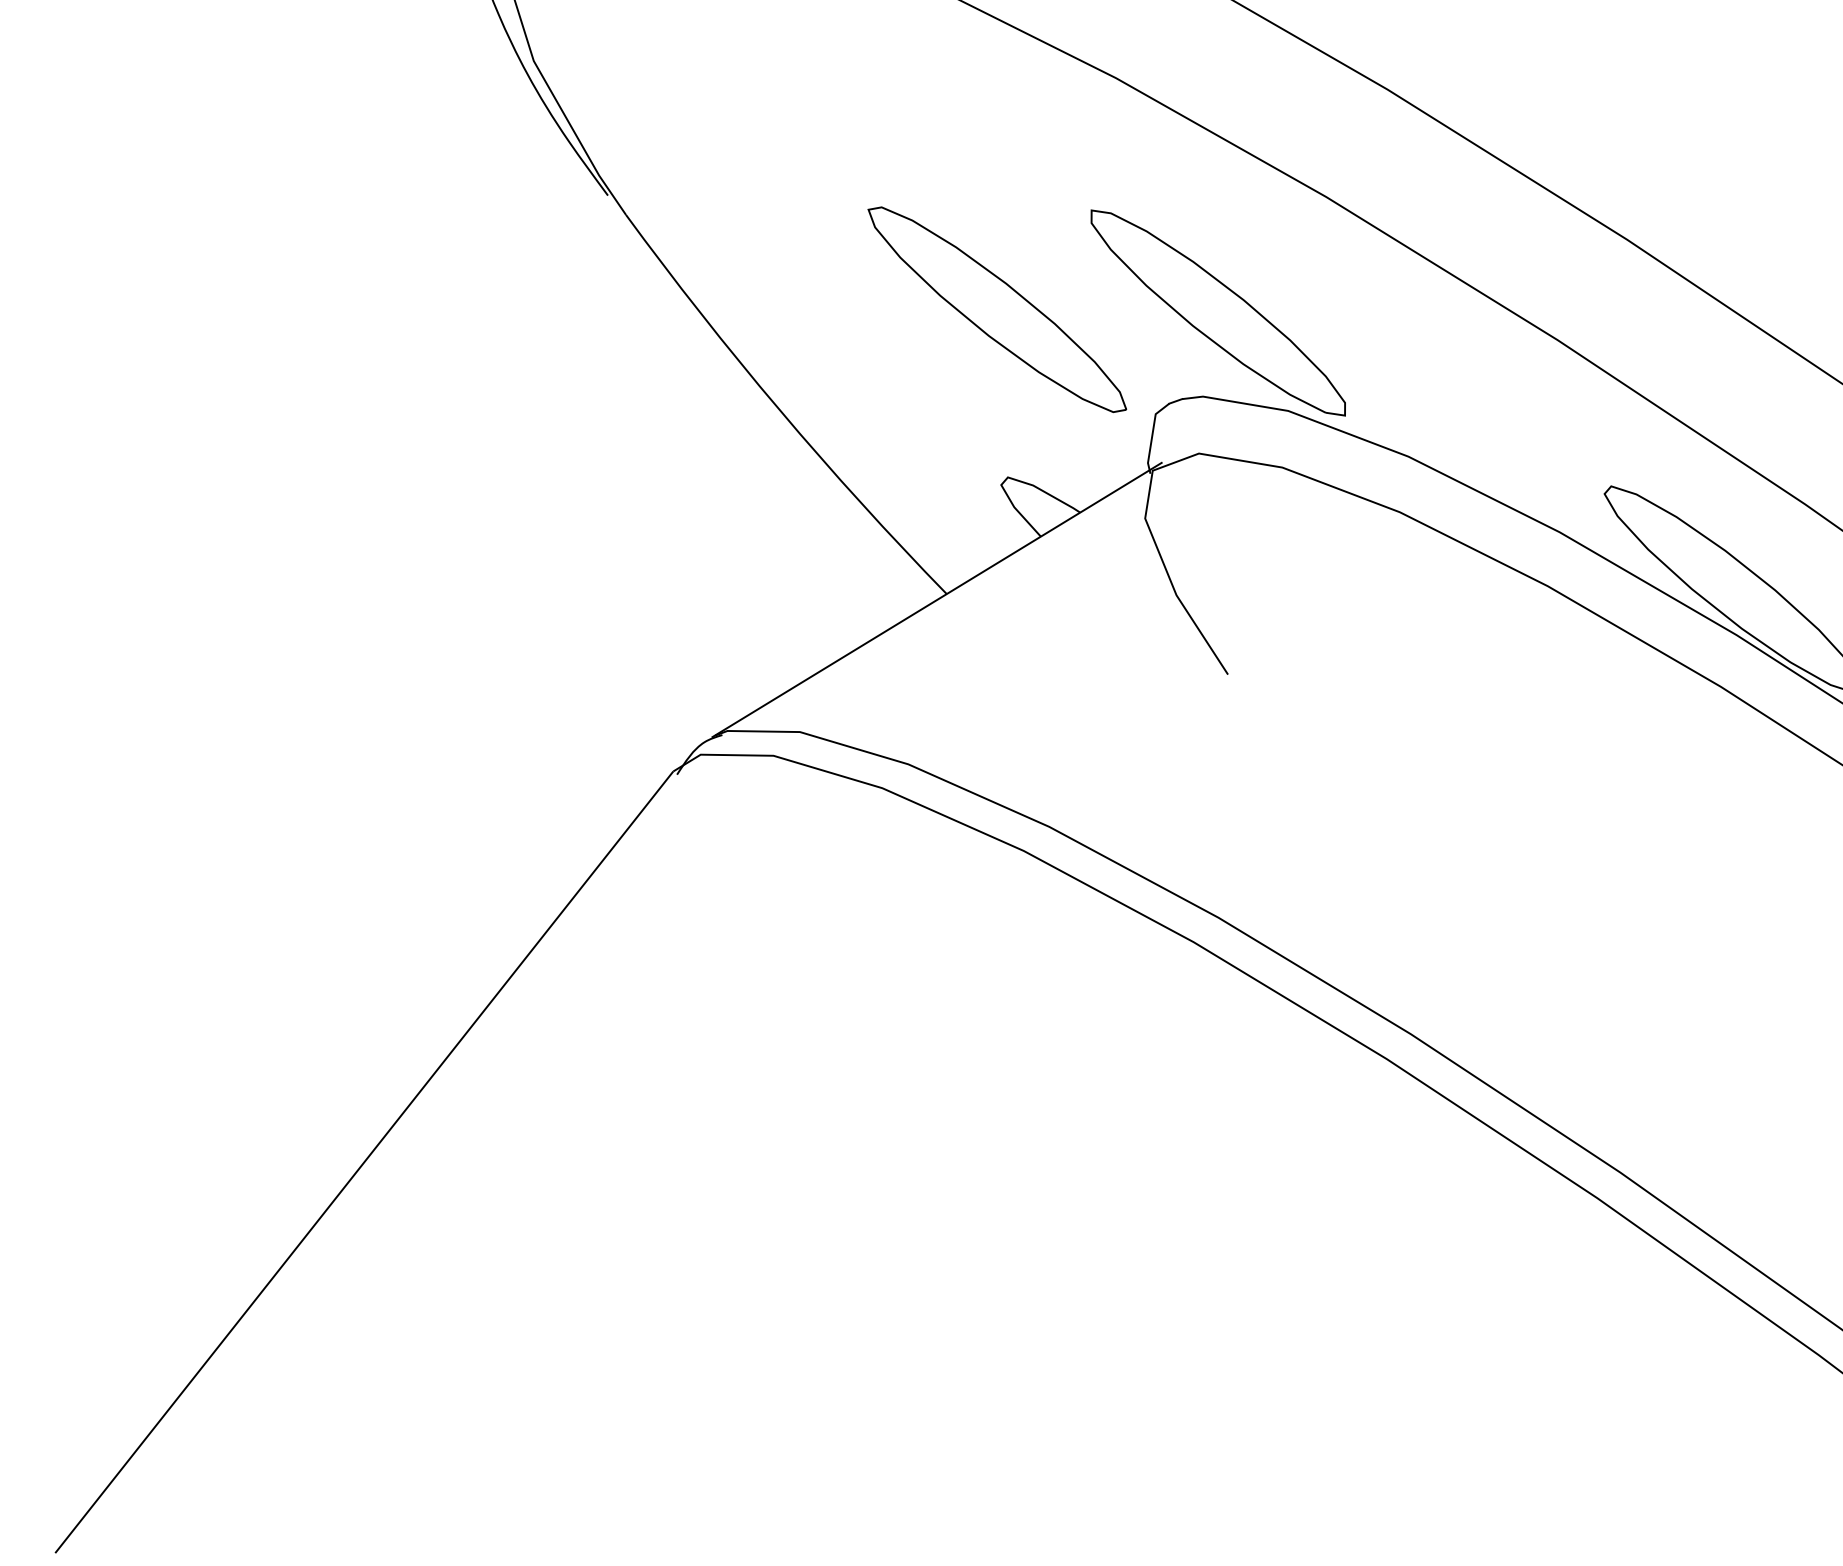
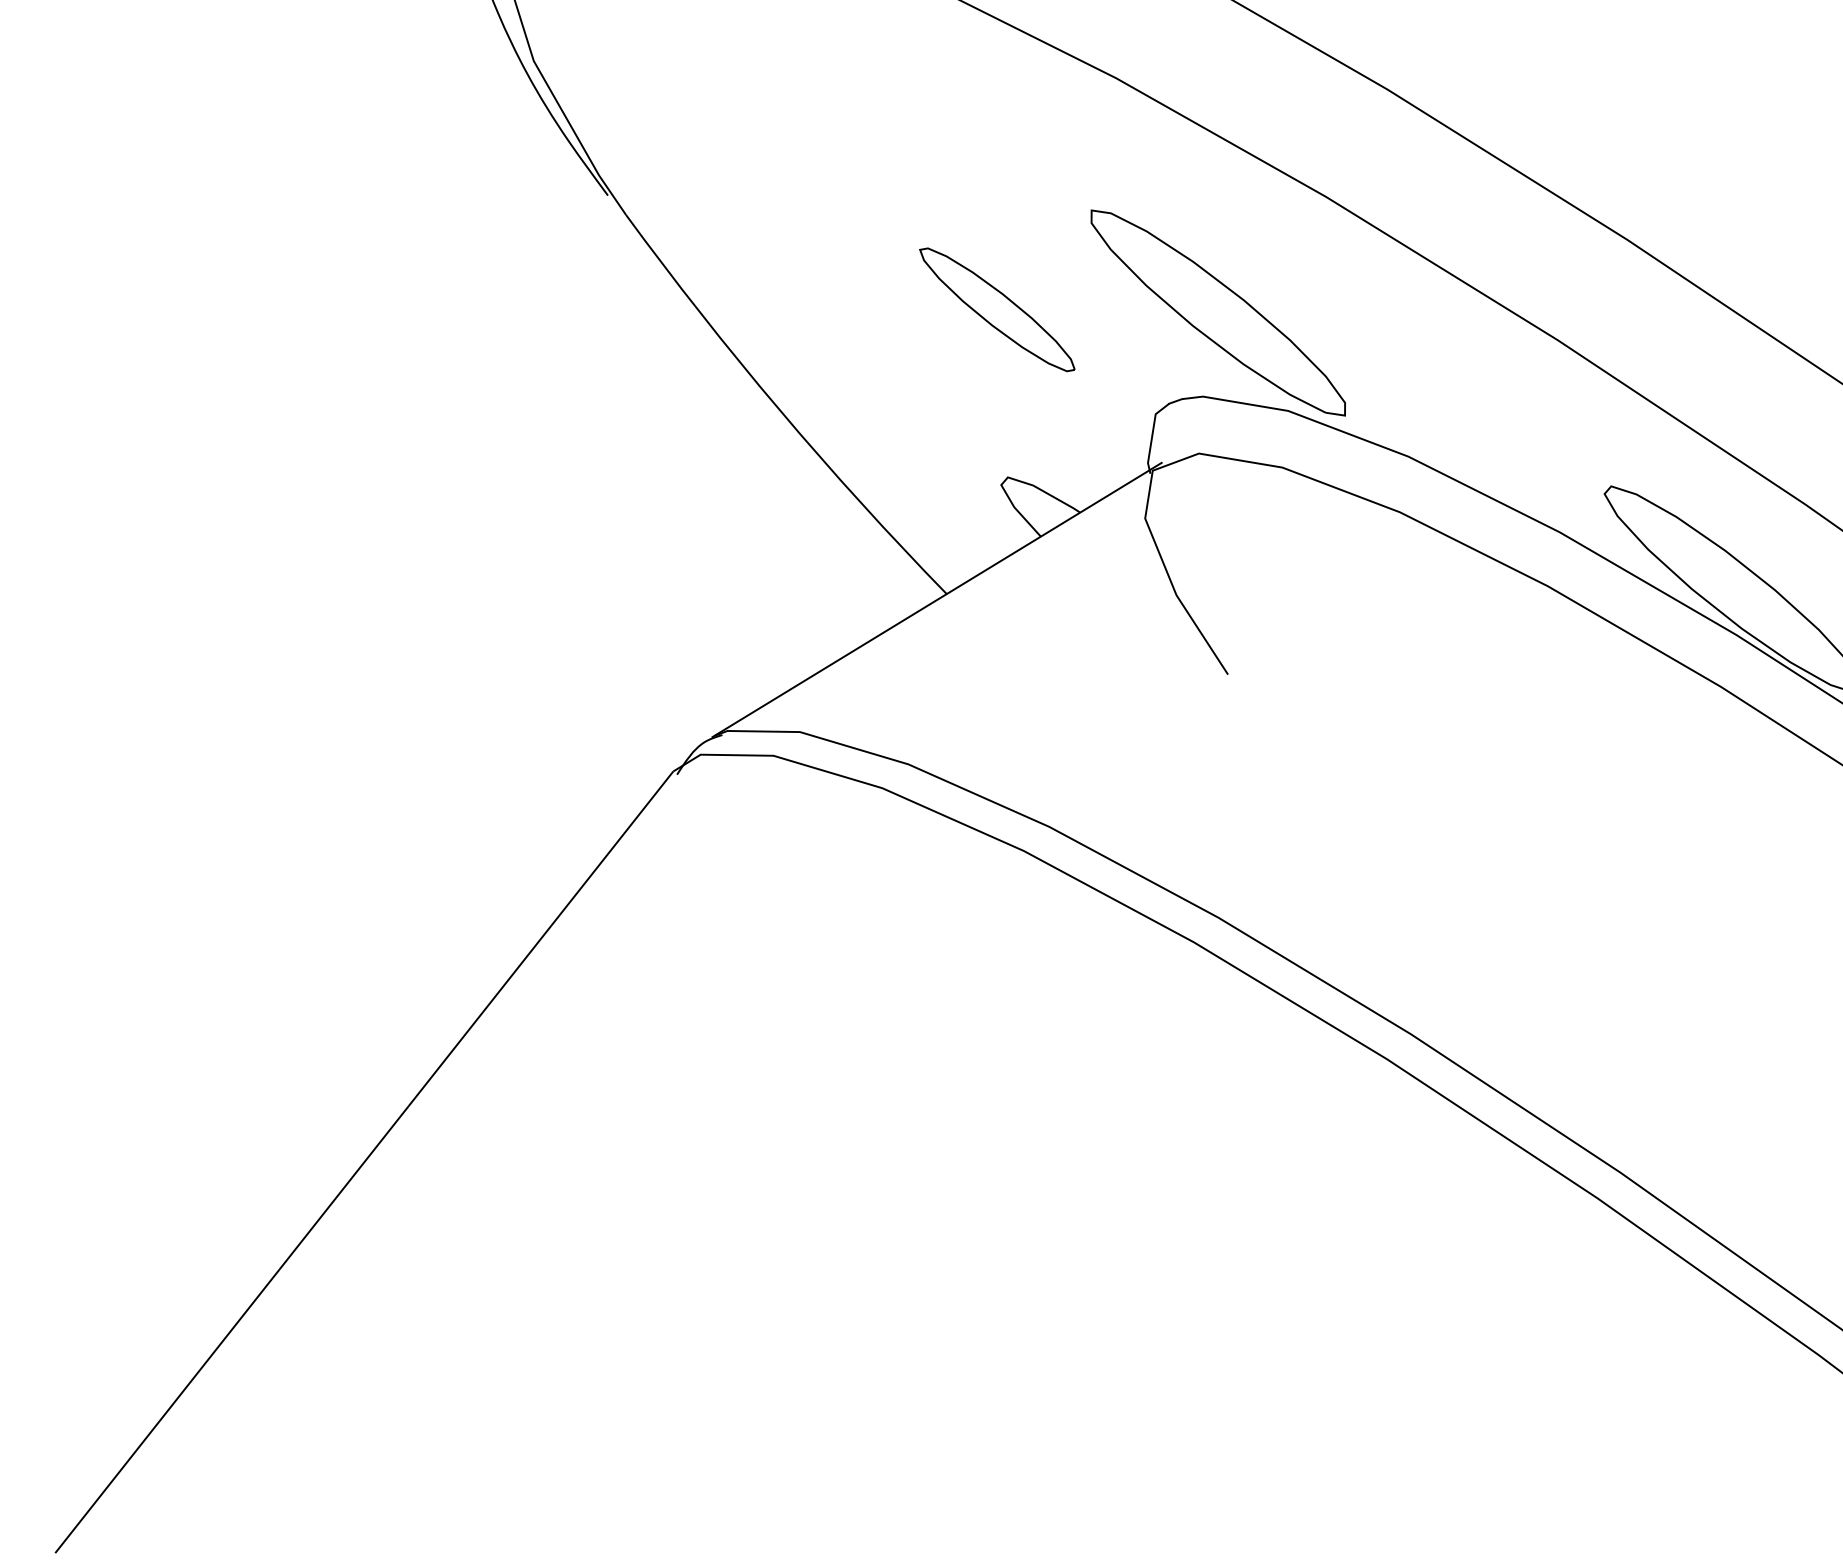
part at (997, 309) size: 261x208 px -> 157x126 px
